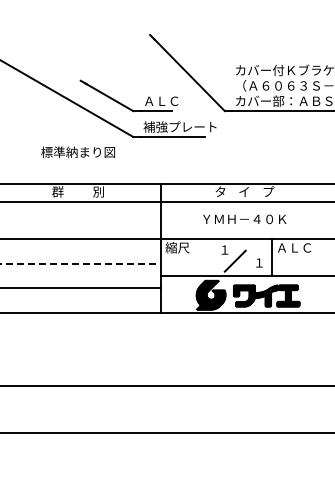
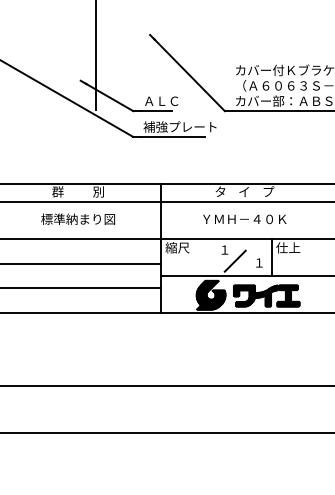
line at (96, 55): none -> present
text at (77, 151) position: (77, 151) -> (77, 218)
text at (293, 247): ＡＬＣ -> 仕上
line at (80, 263): dashed -> solid
